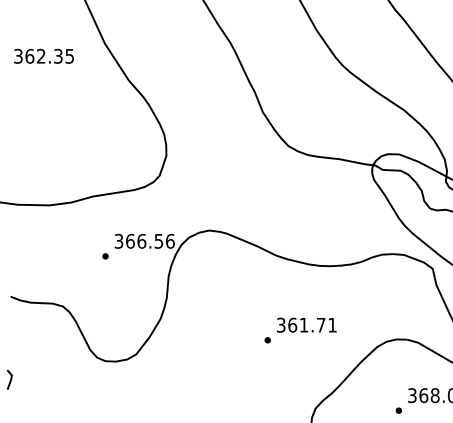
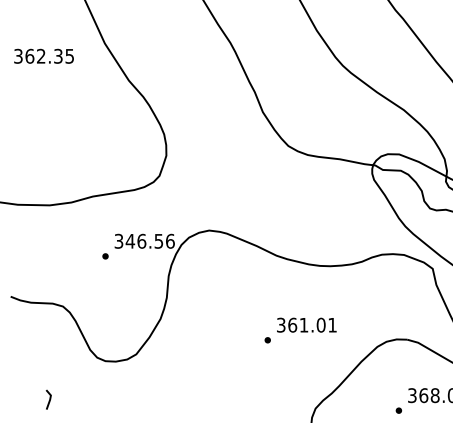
text at (130, 240): 366.56 -> 346.56
text at (320, 324): 361.71 -> 361.01
line at (10, 379) position: (10, 379) -> (49, 399)
